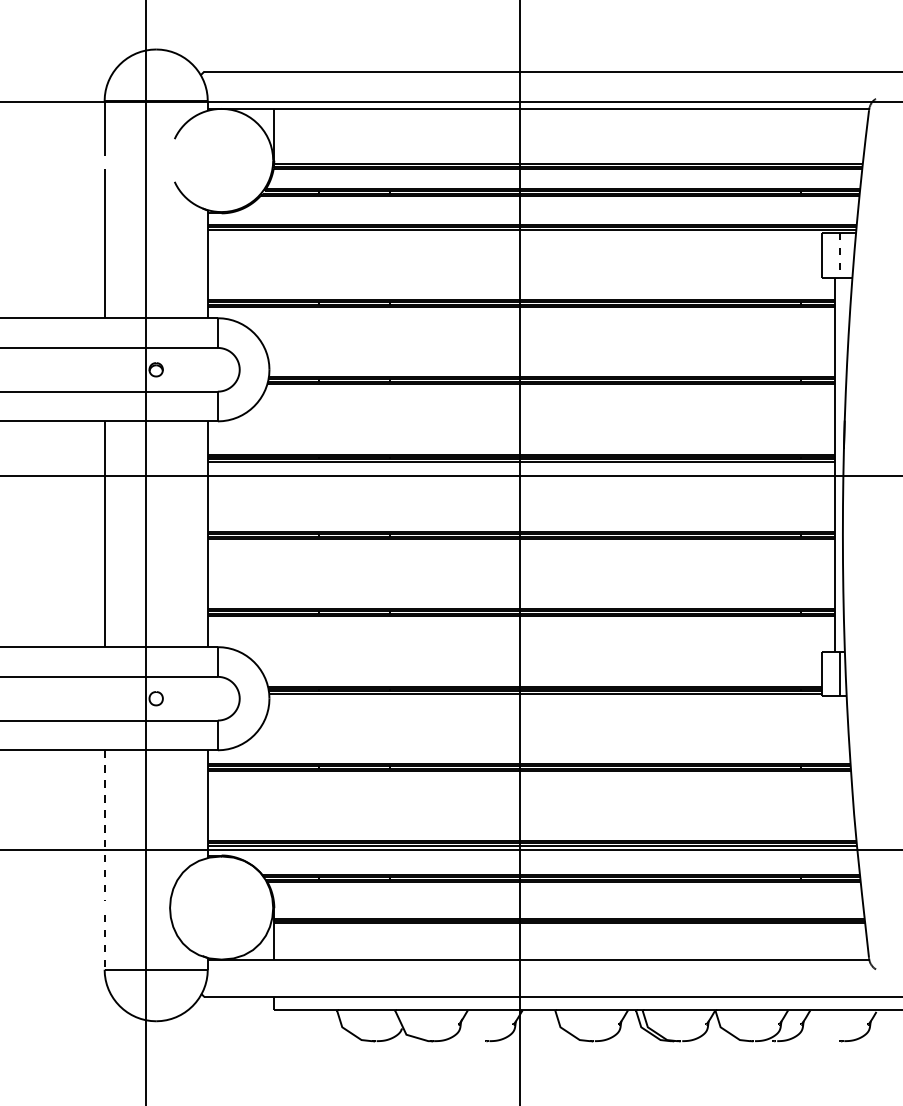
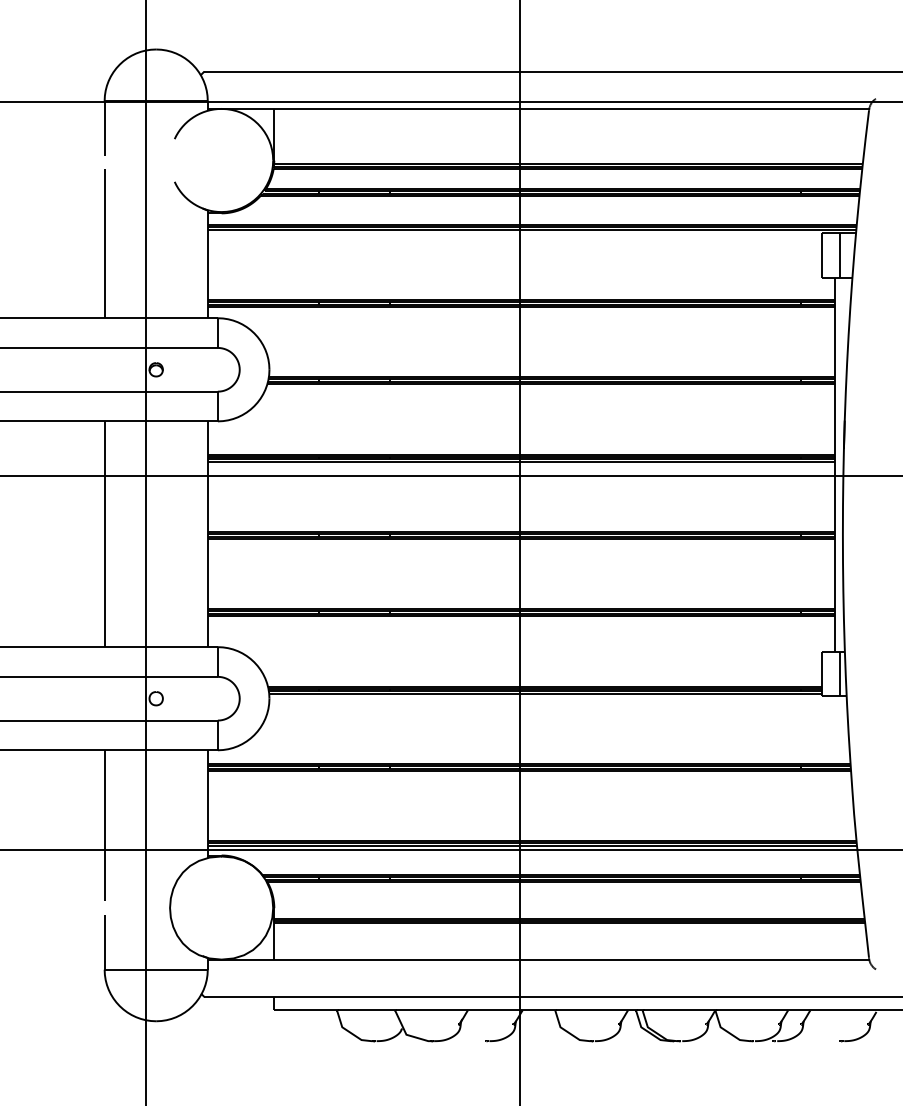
line at (840, 255): dashed -> solid
line at (104, 825): dashed -> solid
line at (104, 942): dashed -> solid
